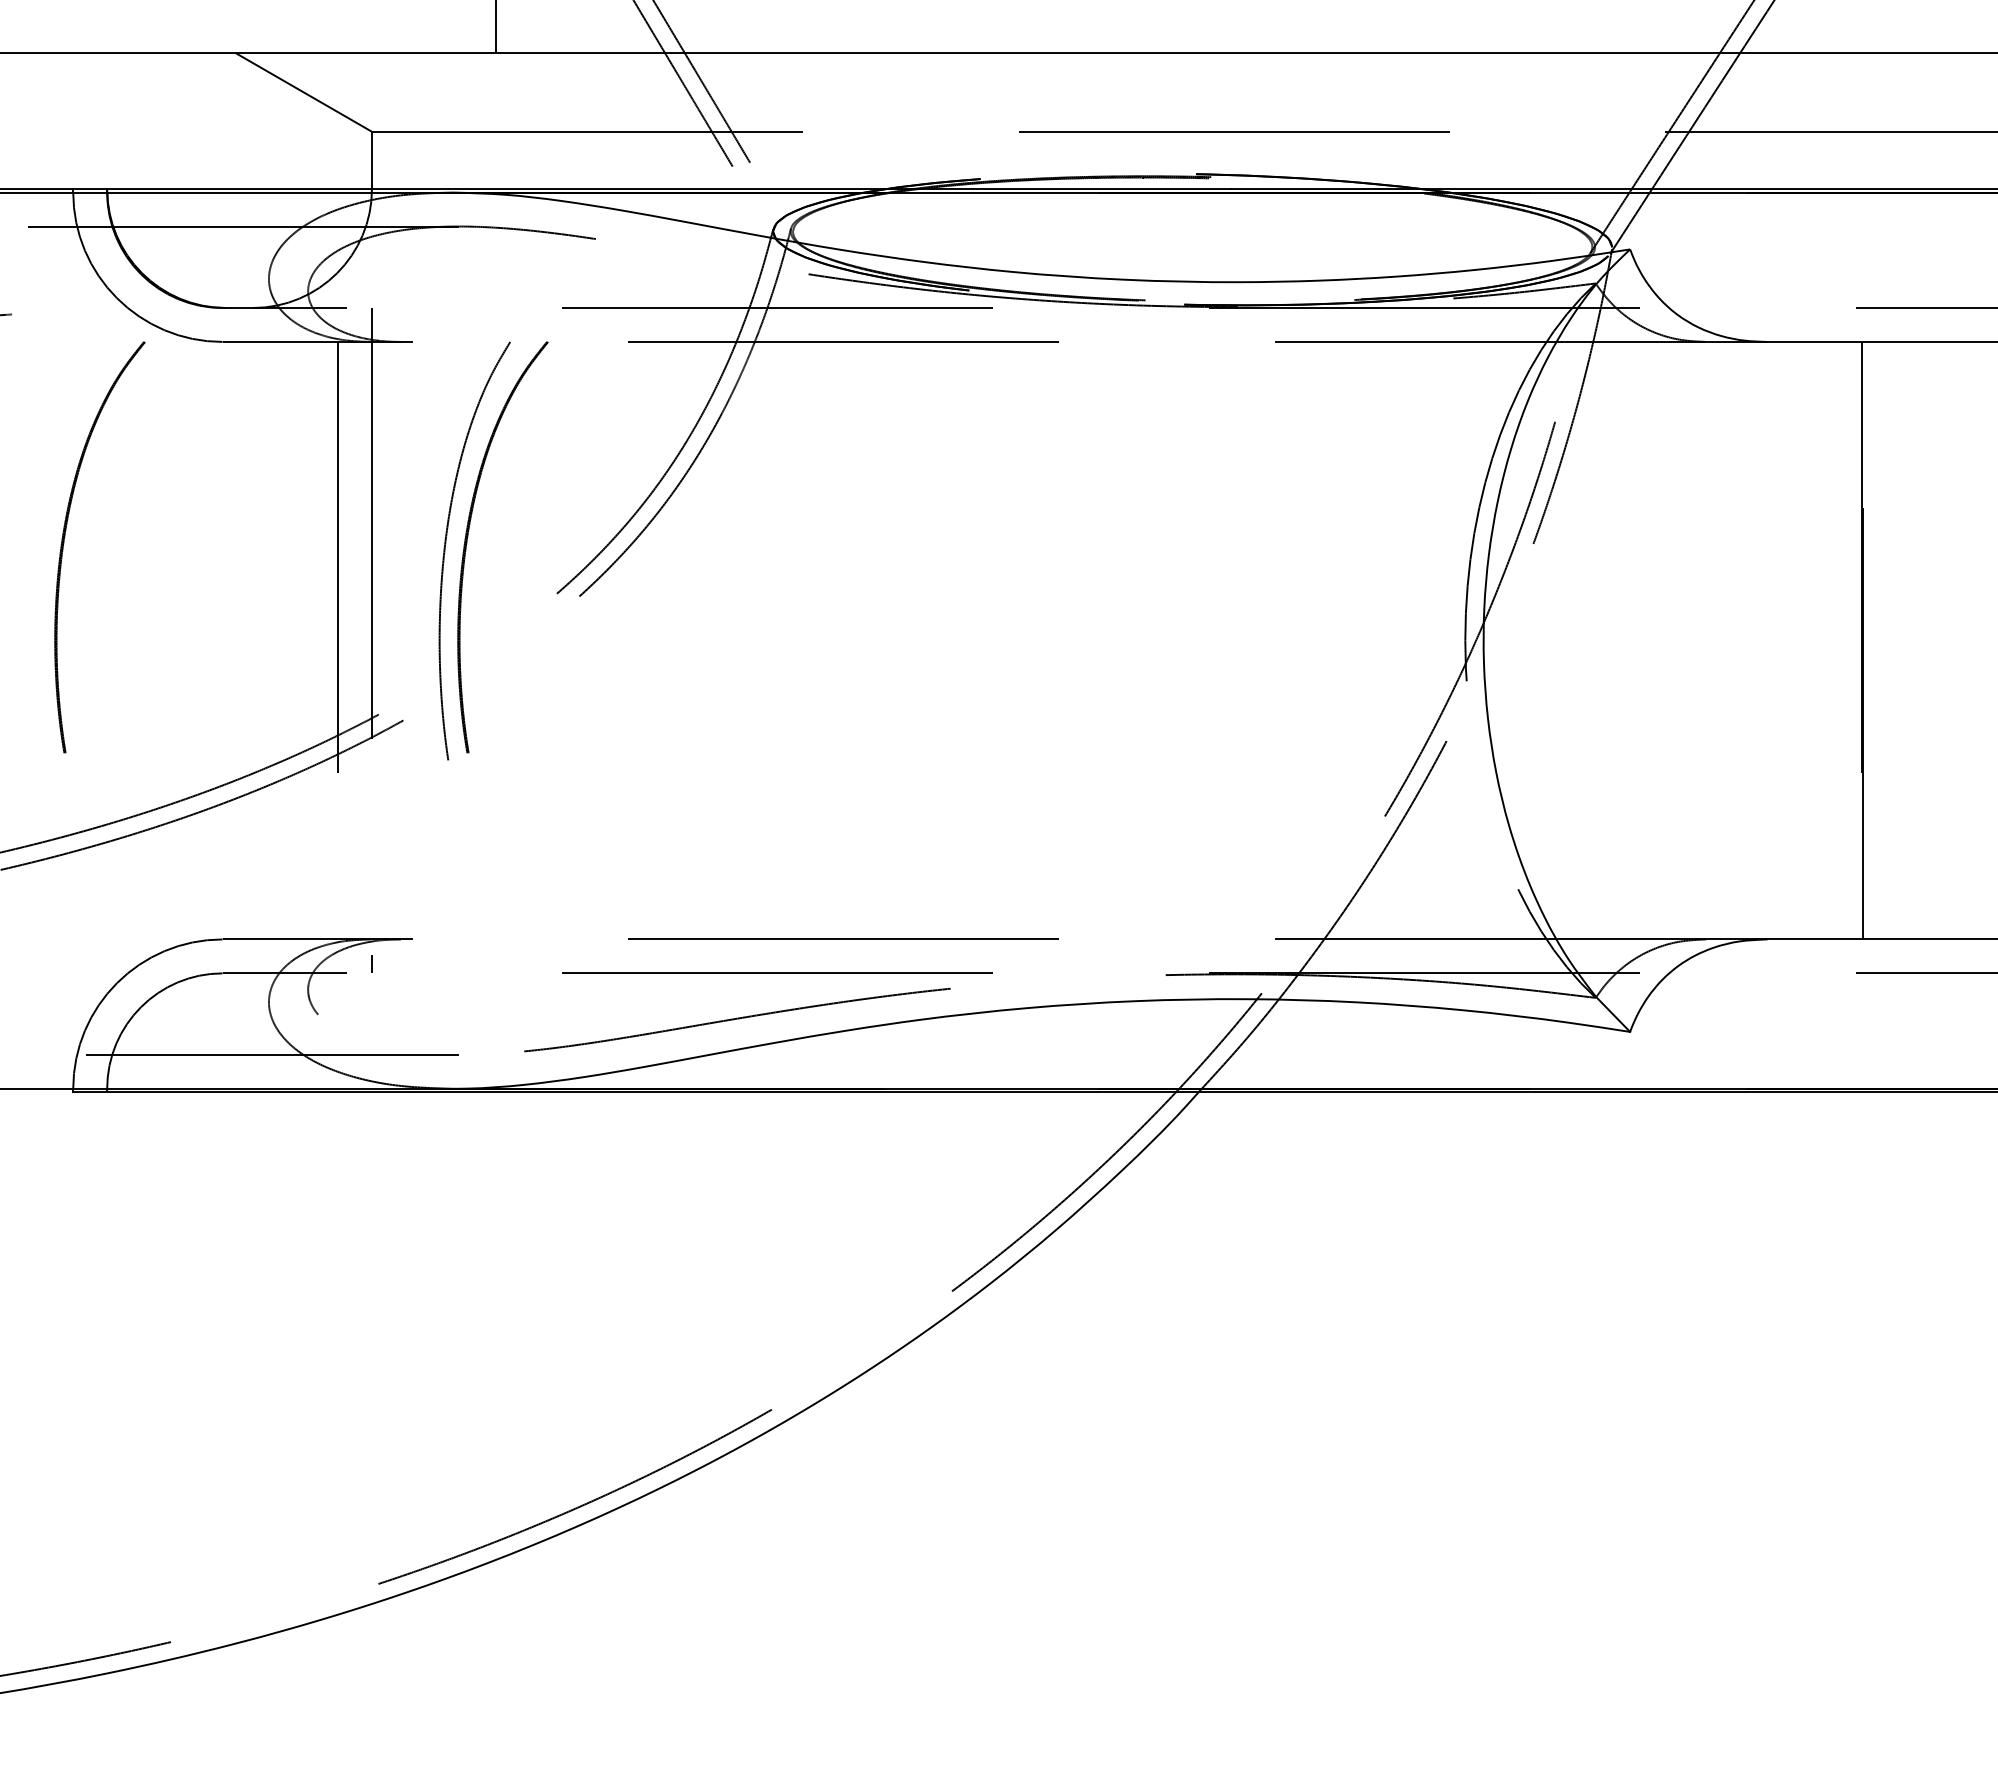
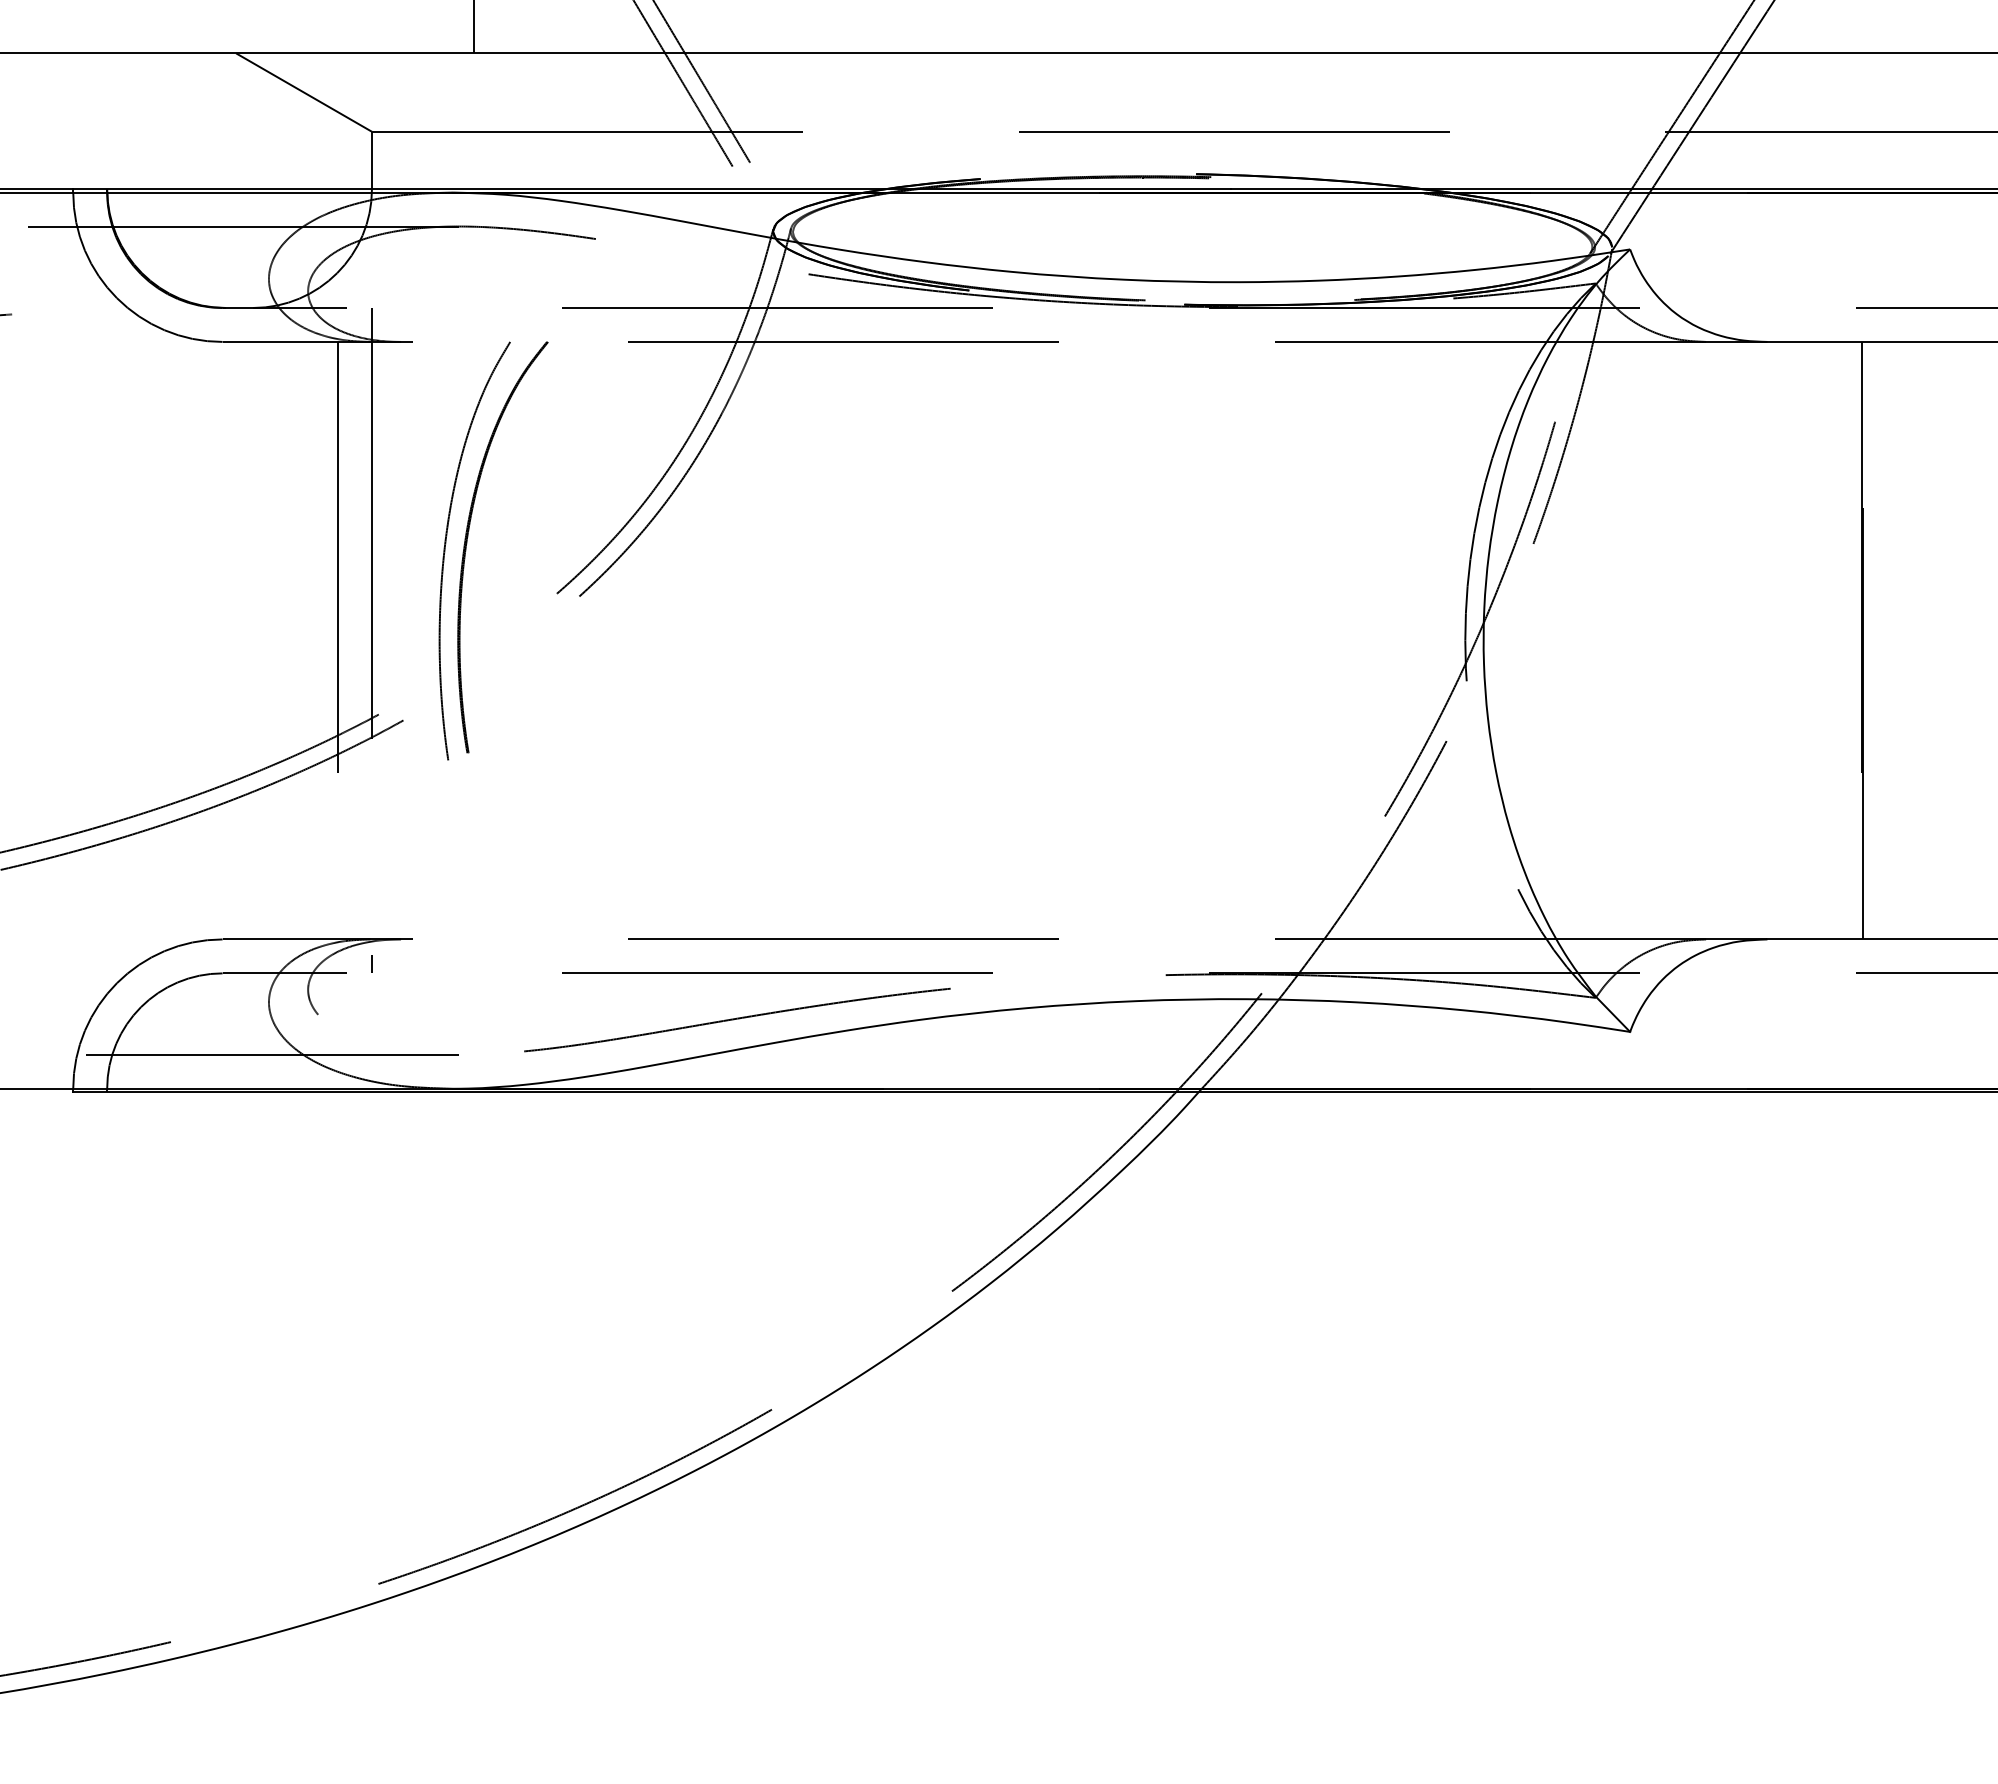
line at (495, 27) position: (495, 27) -> (473, 27)
part at (64, 543): present -> none
